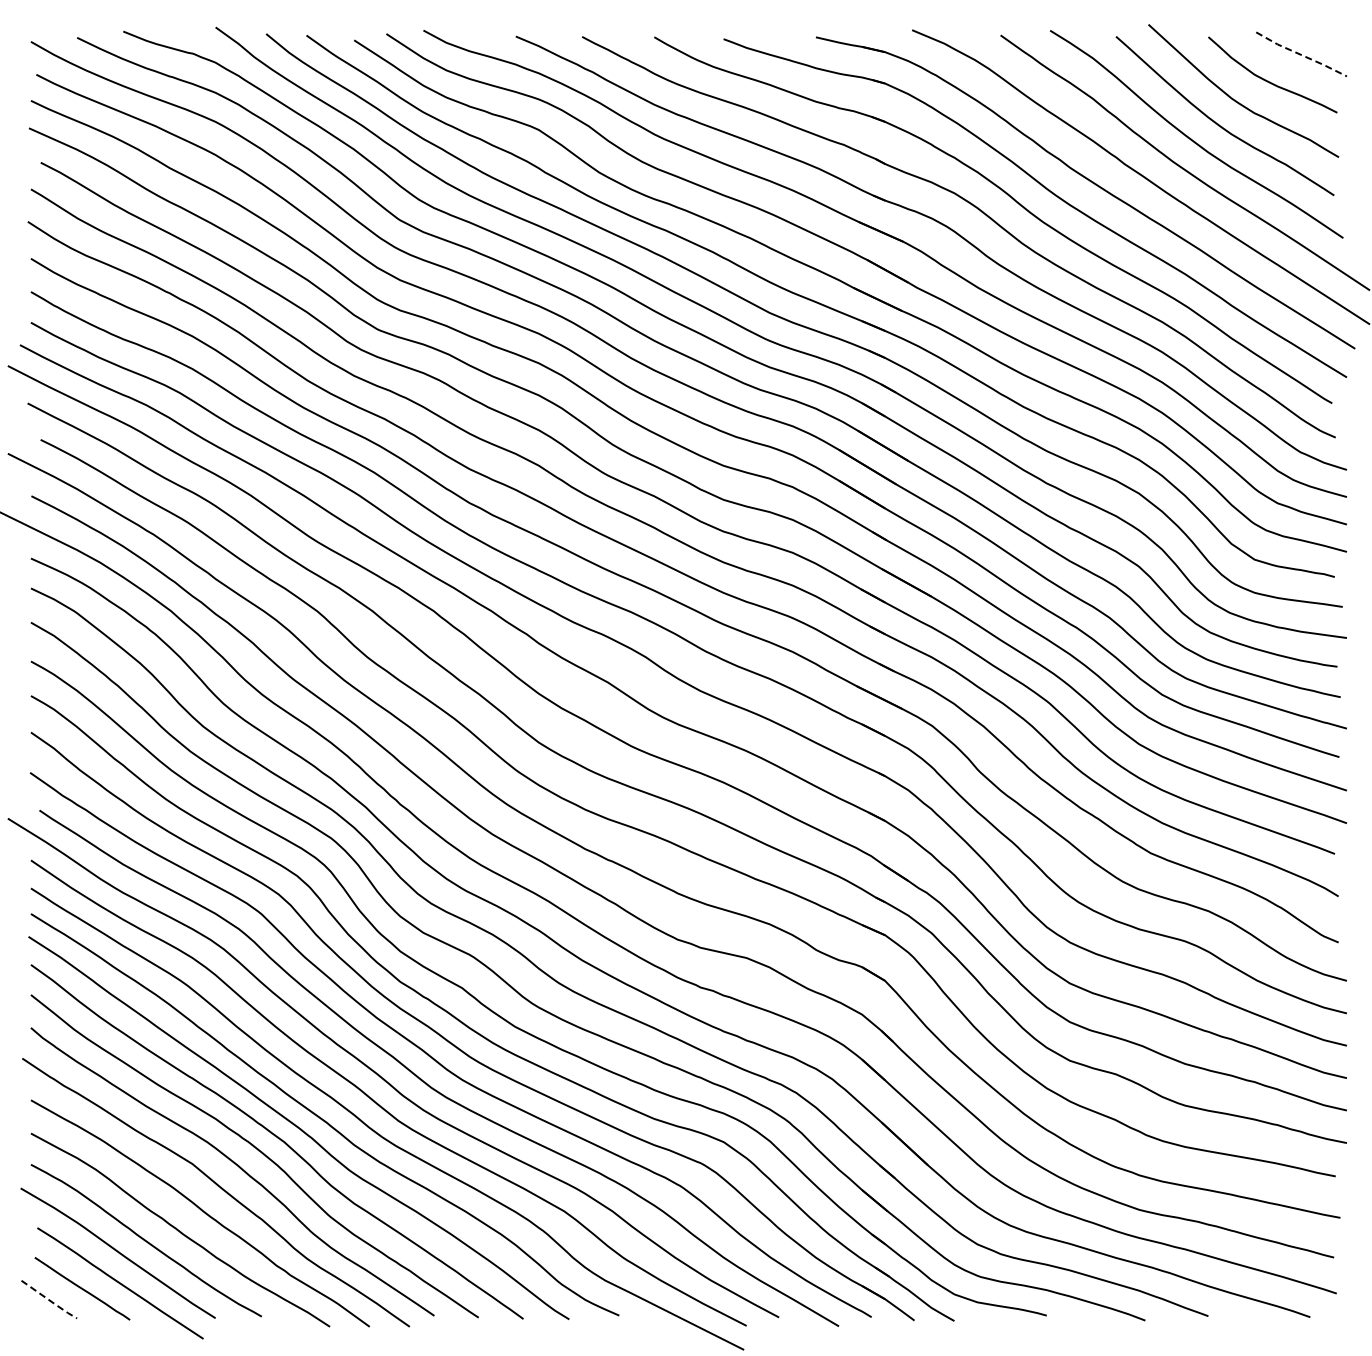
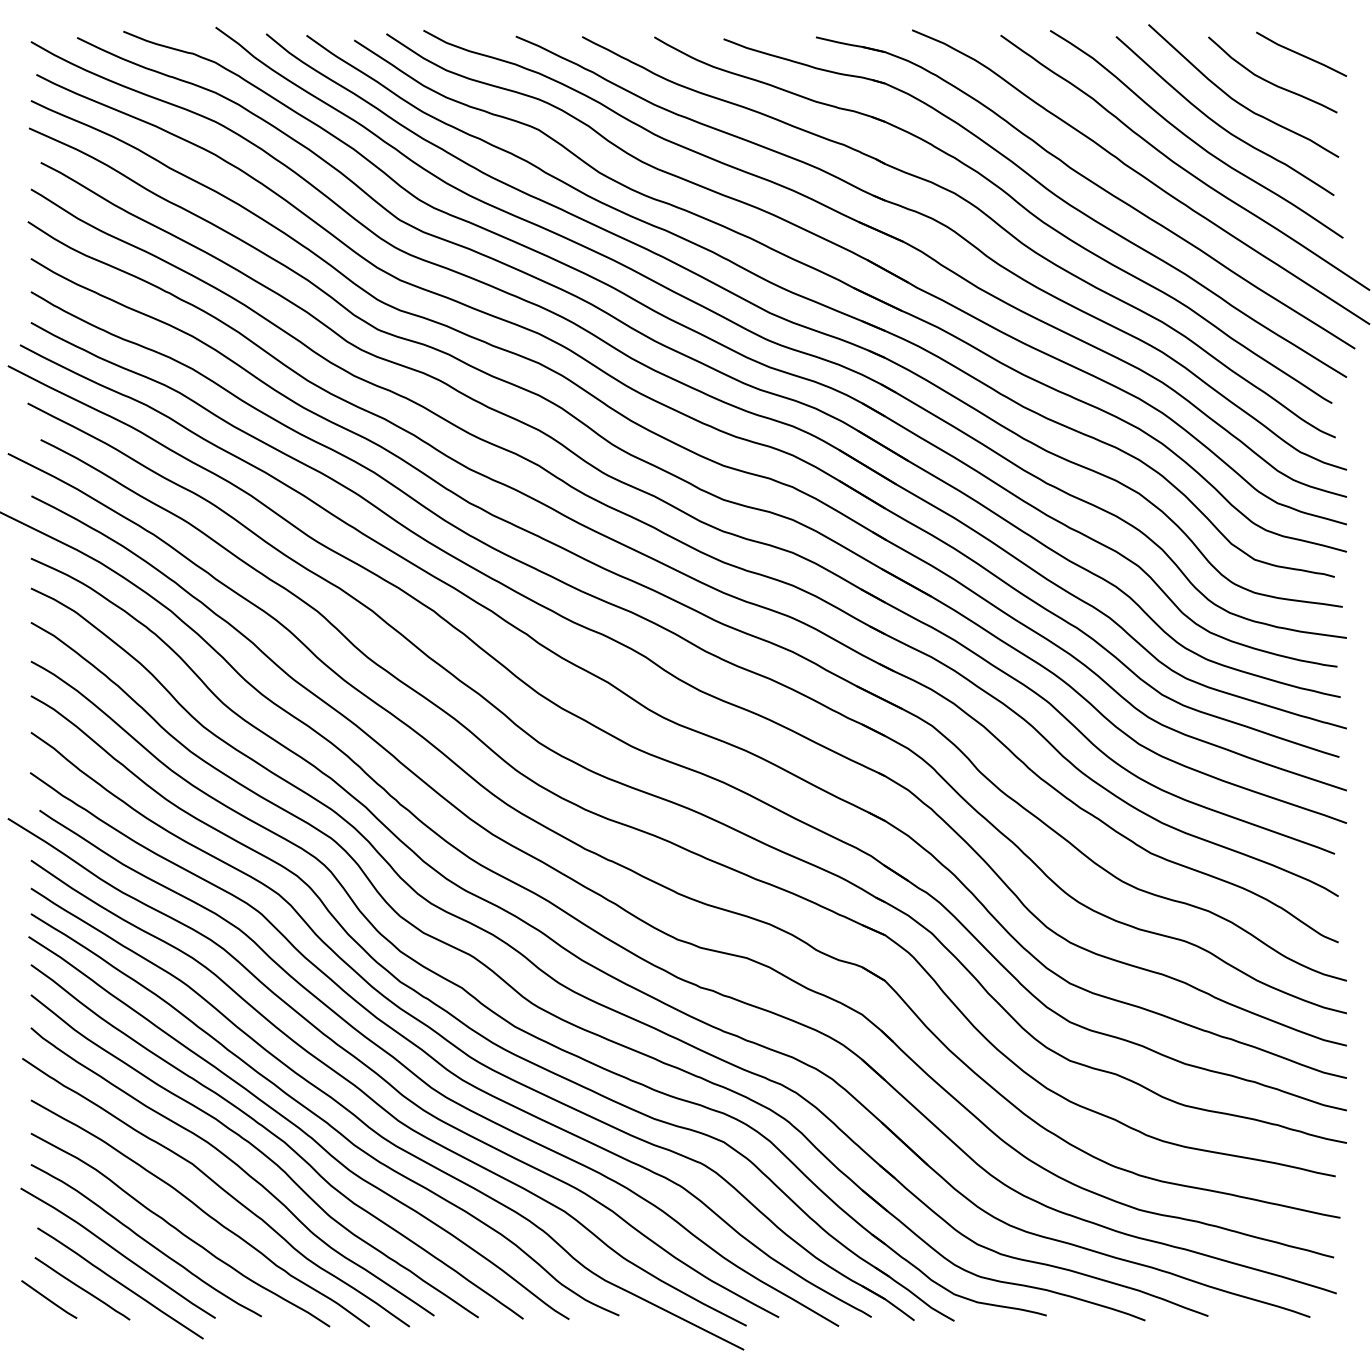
line at (1301, 54): dashed -> solid
line at (49, 1300): dashed -> solid
